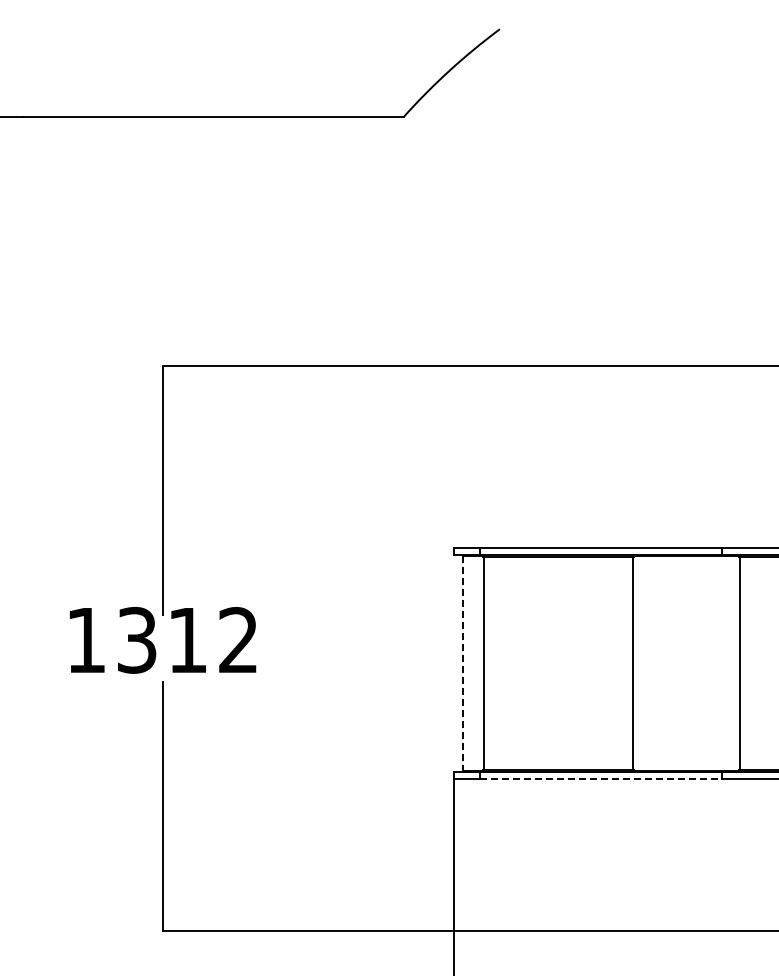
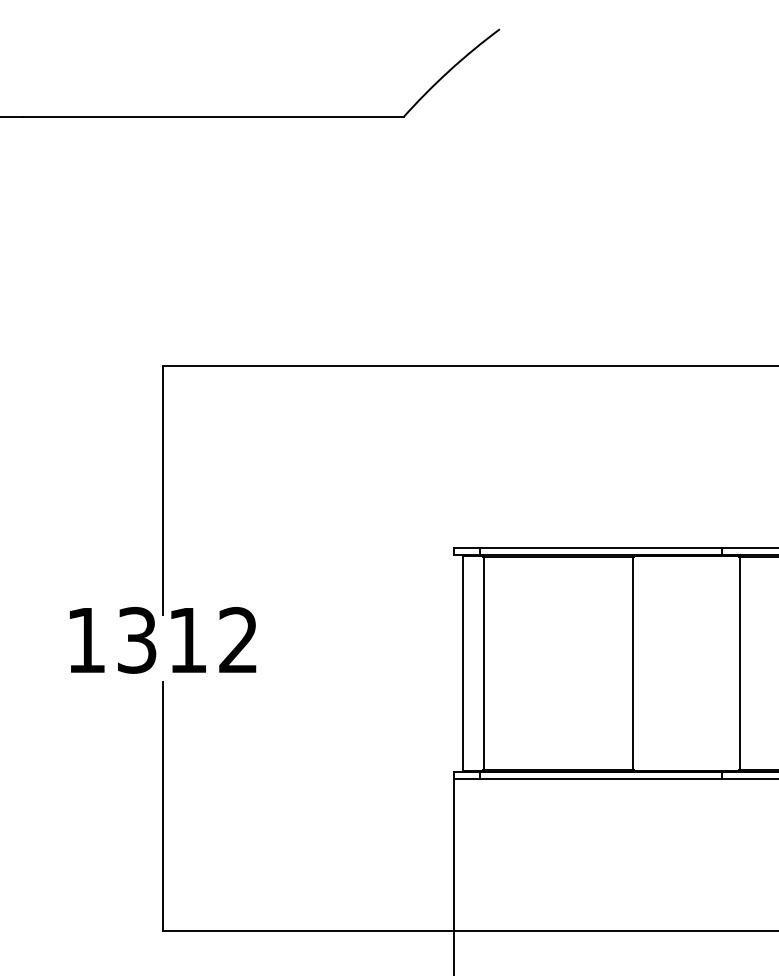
line at (462, 663): dashed -> solid
line at (601, 778): dashed -> solid
